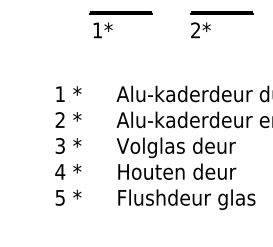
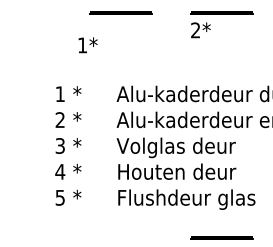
text at (102, 30) position: (102, 30) -> (87, 45)
line at (221, 237): none -> present
